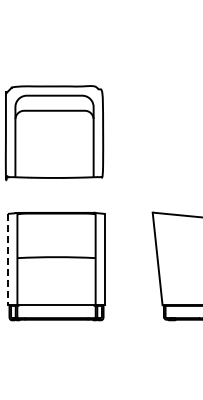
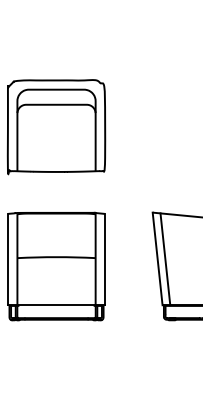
part at (54, 133) position: (54, 133) -> (56, 127)
line at (7, 259): dashed -> solid
line at (165, 259): none -> present
